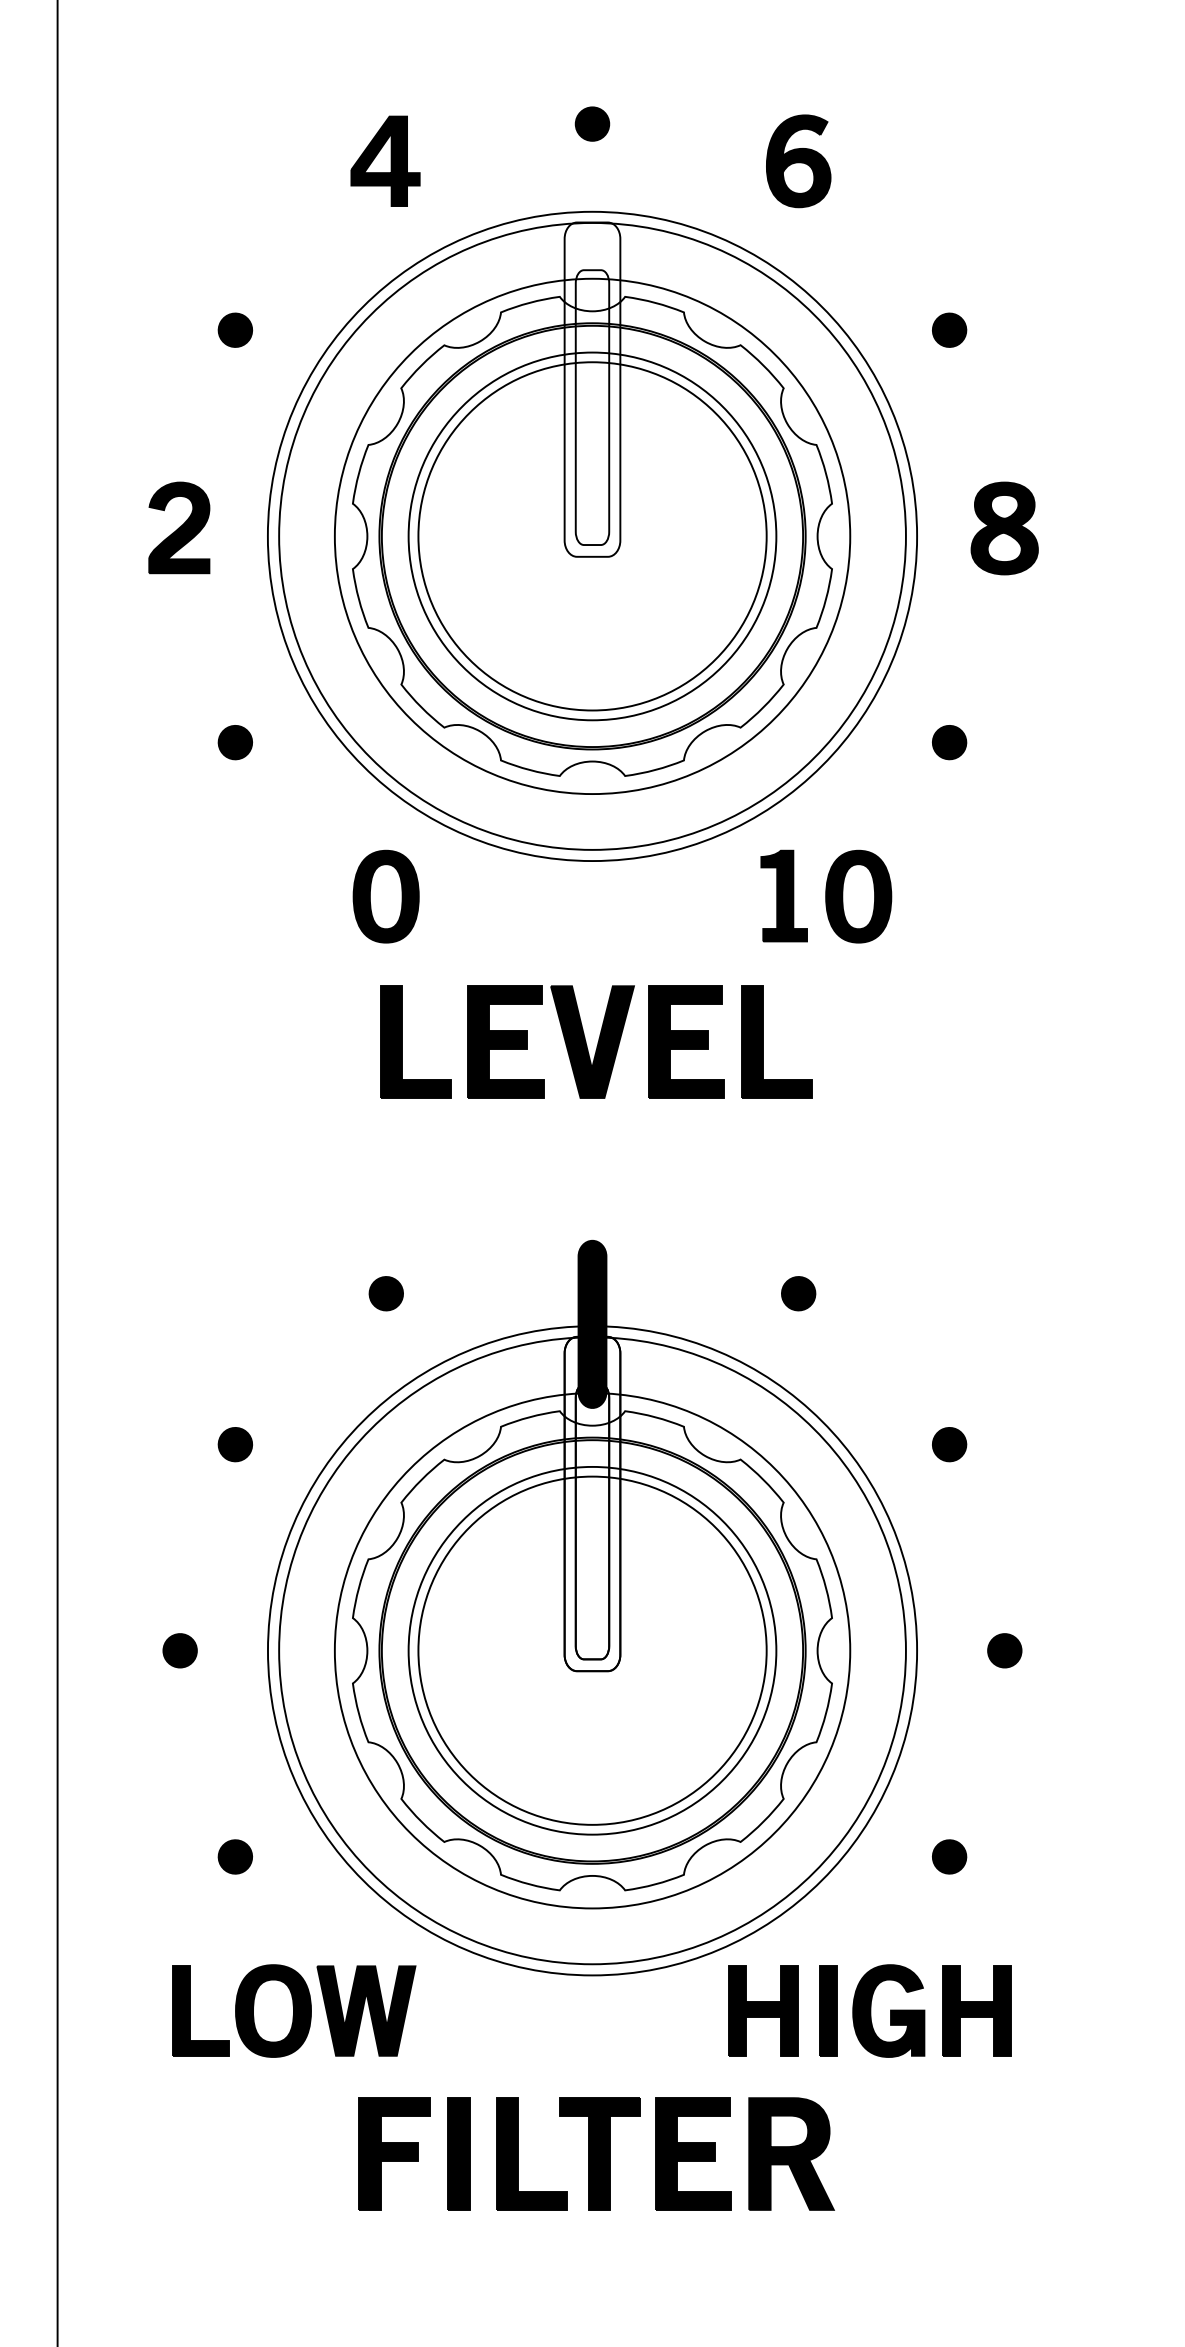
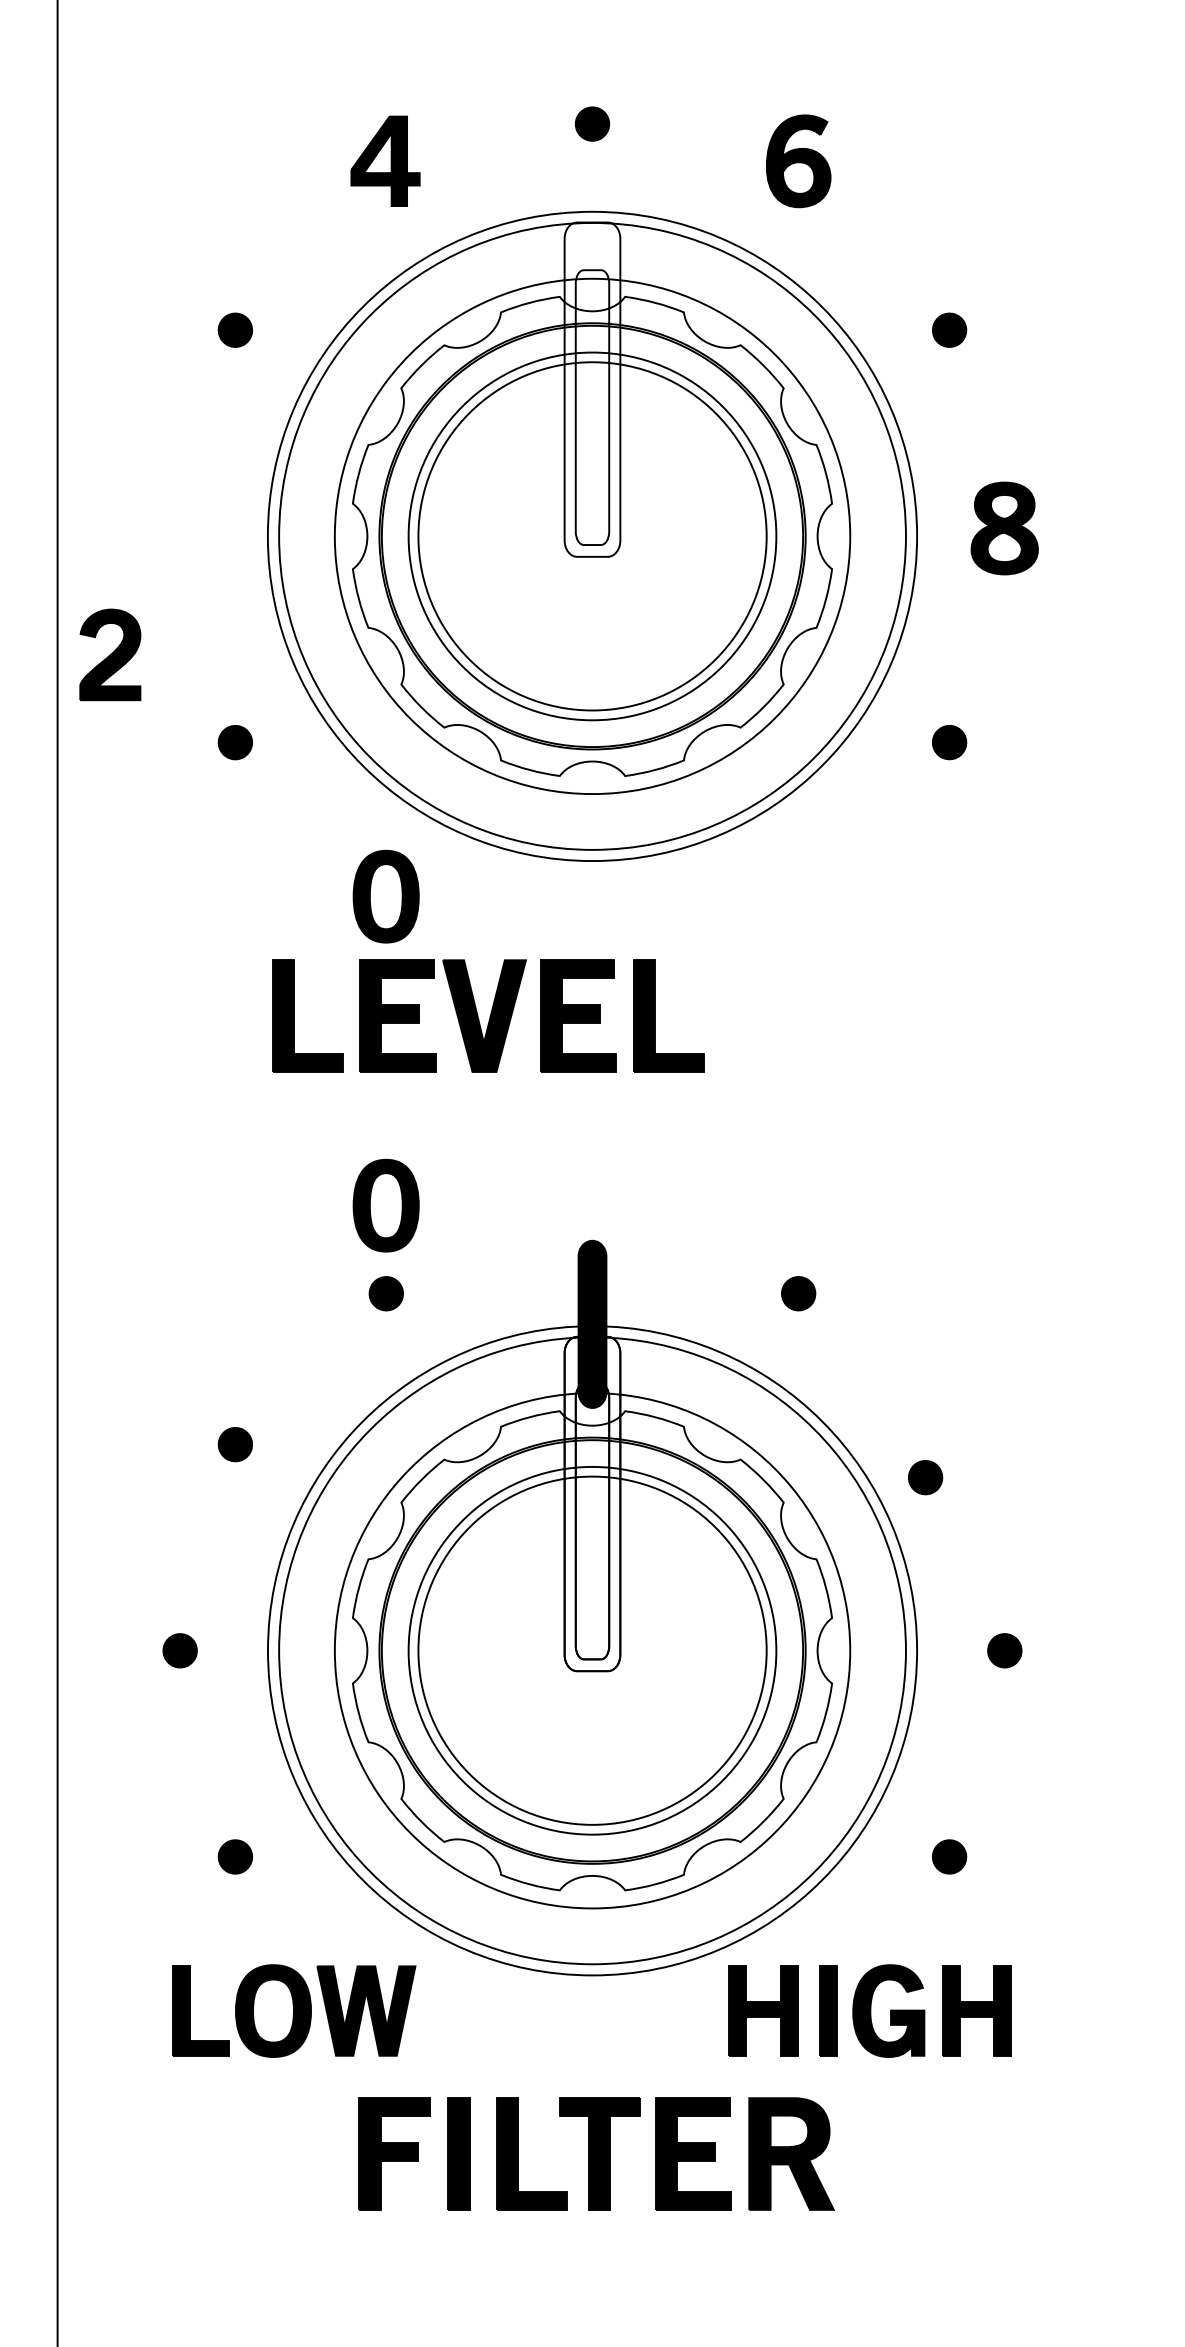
part at (179, 527) position: (179, 527) -> (110, 654)
part at (826, 896): present -> none
part at (596, 1041) position: (596, 1041) -> (488, 1015)
part at (385, 1205): none -> present
part at (949, 1444) position: (949, 1444) -> (925, 1477)
